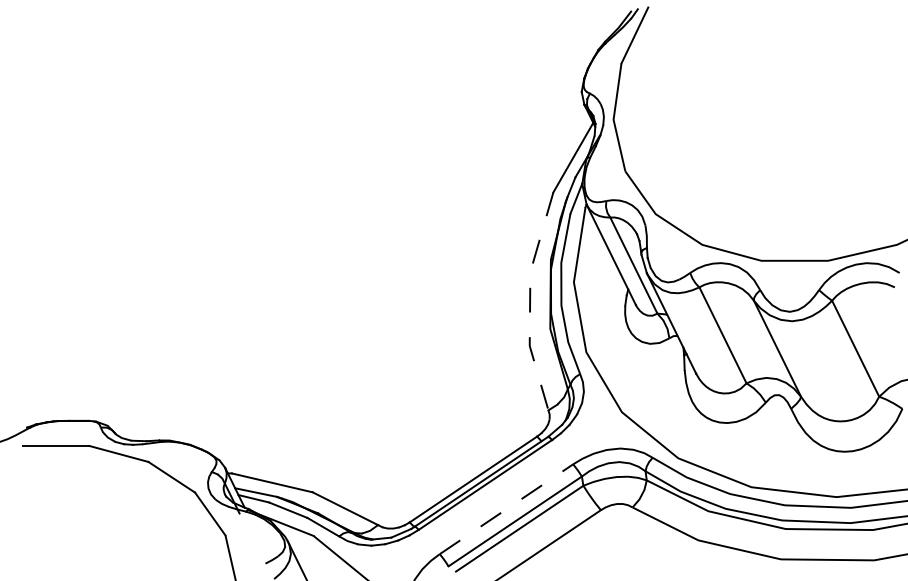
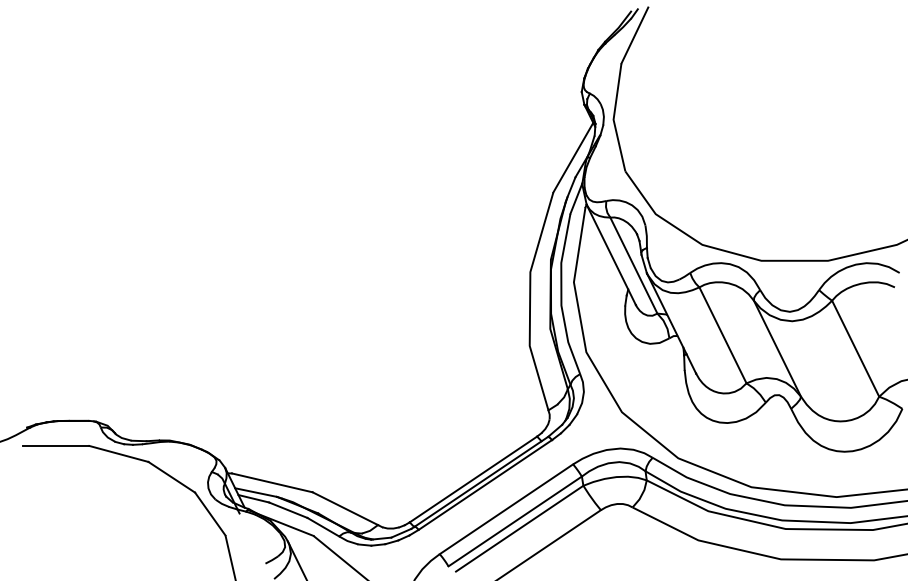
line at (530, 302): dashed -> solid
line at (506, 508): dashed -> solid
